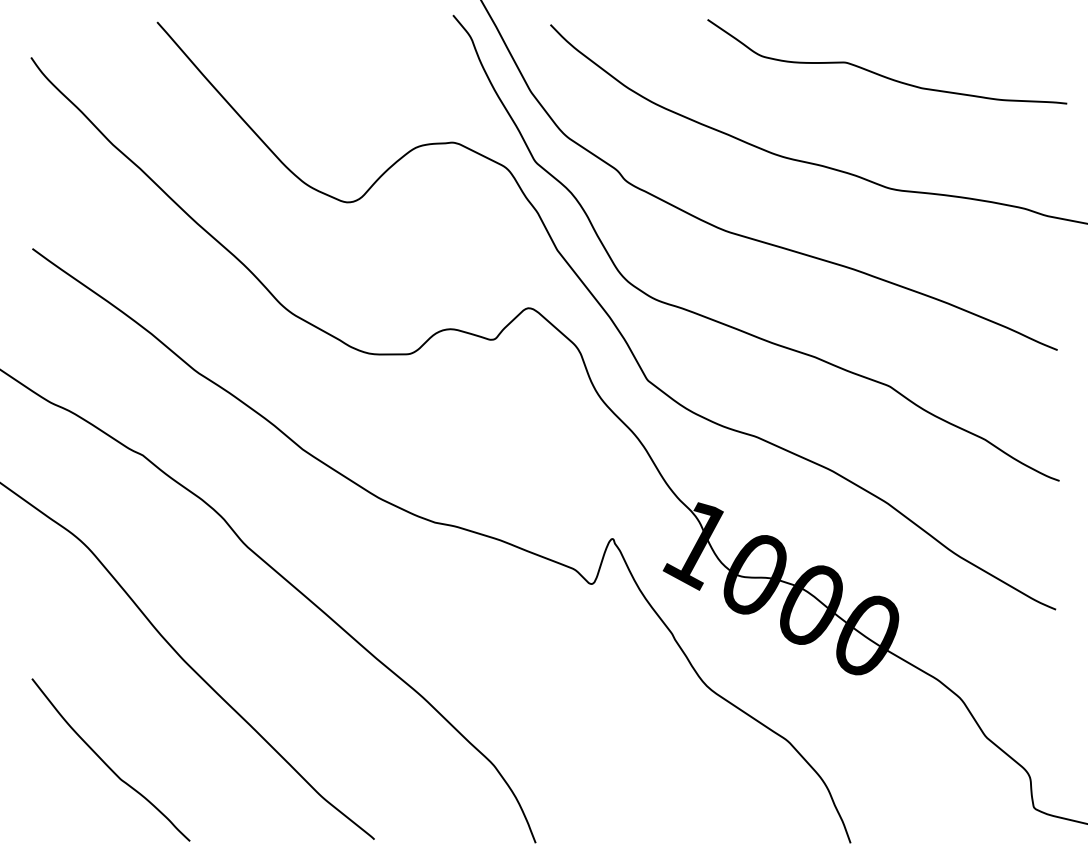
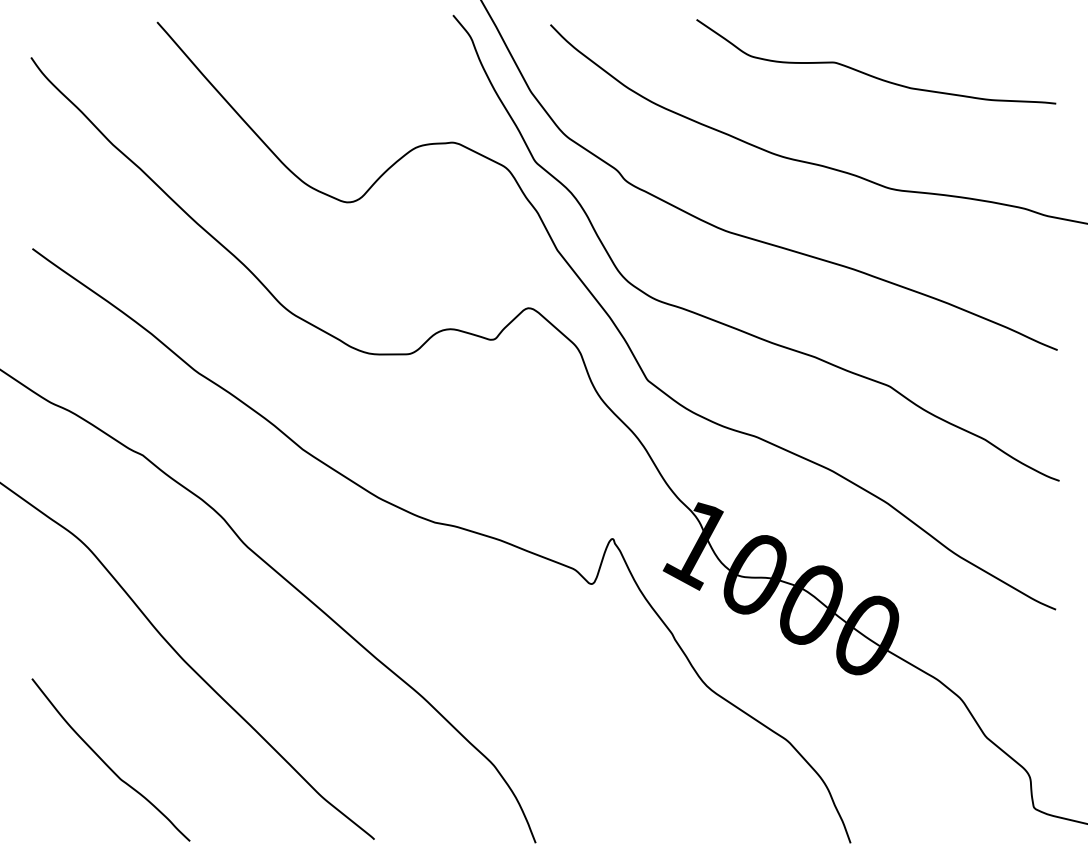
curve at (881, 74) position: (881, 74) -> (870, 74)
